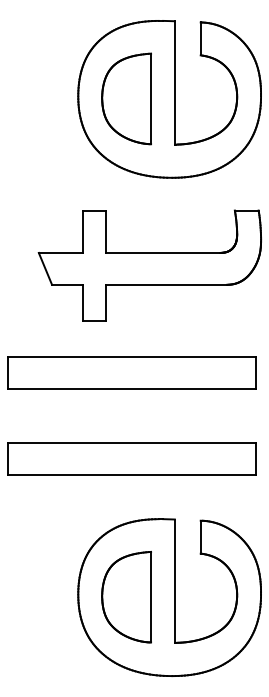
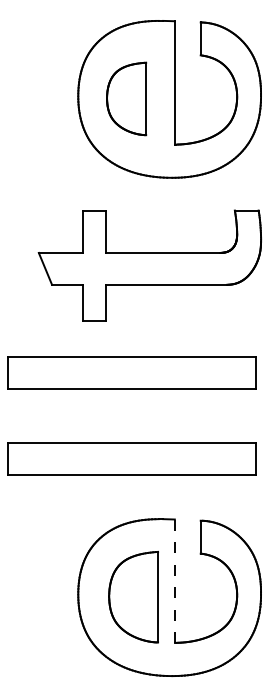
part at (126, 98) size: 51x94 px -> 42x76 px
line at (174, 581): solid -> dashed
part at (126, 597) position: (126, 597) -> (133, 597)
